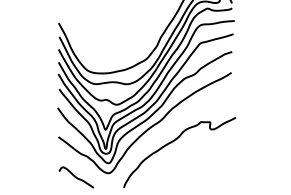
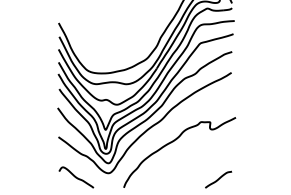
curve at (218, 179): none -> present
